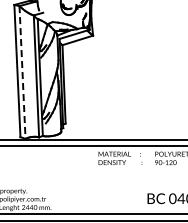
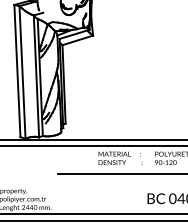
line at (22, 72): dashed -> solid
line at (120, 173): none -> present
